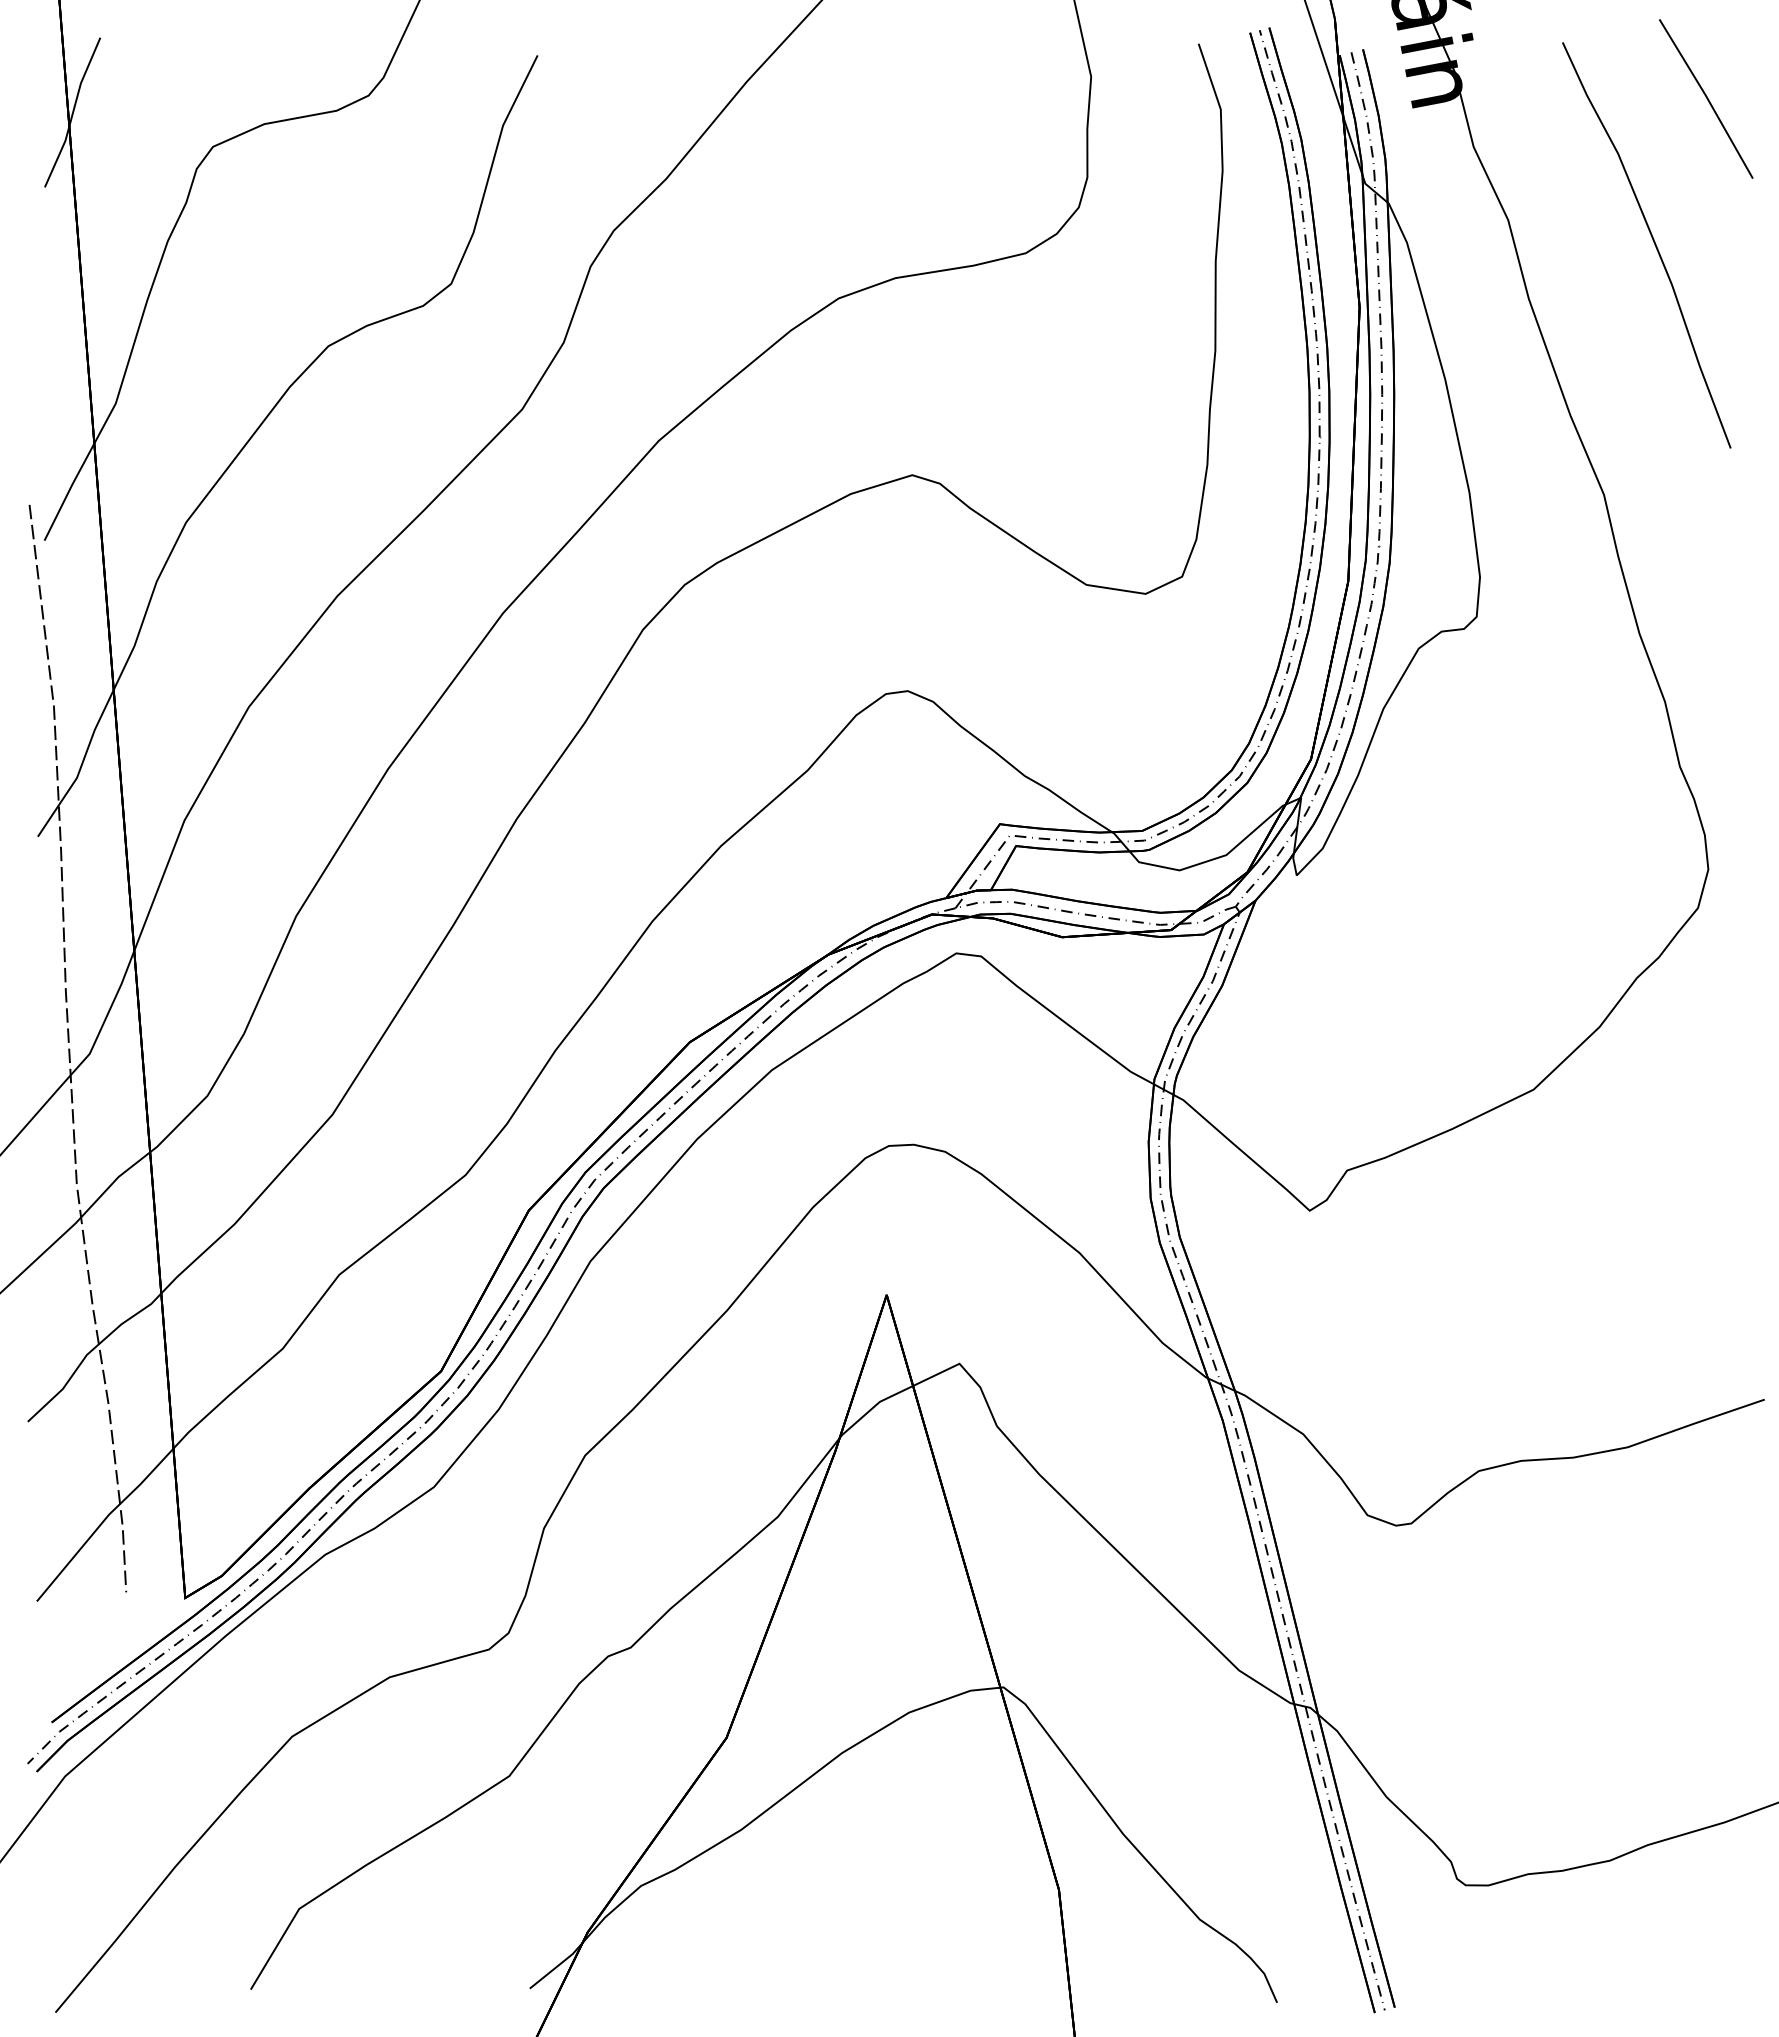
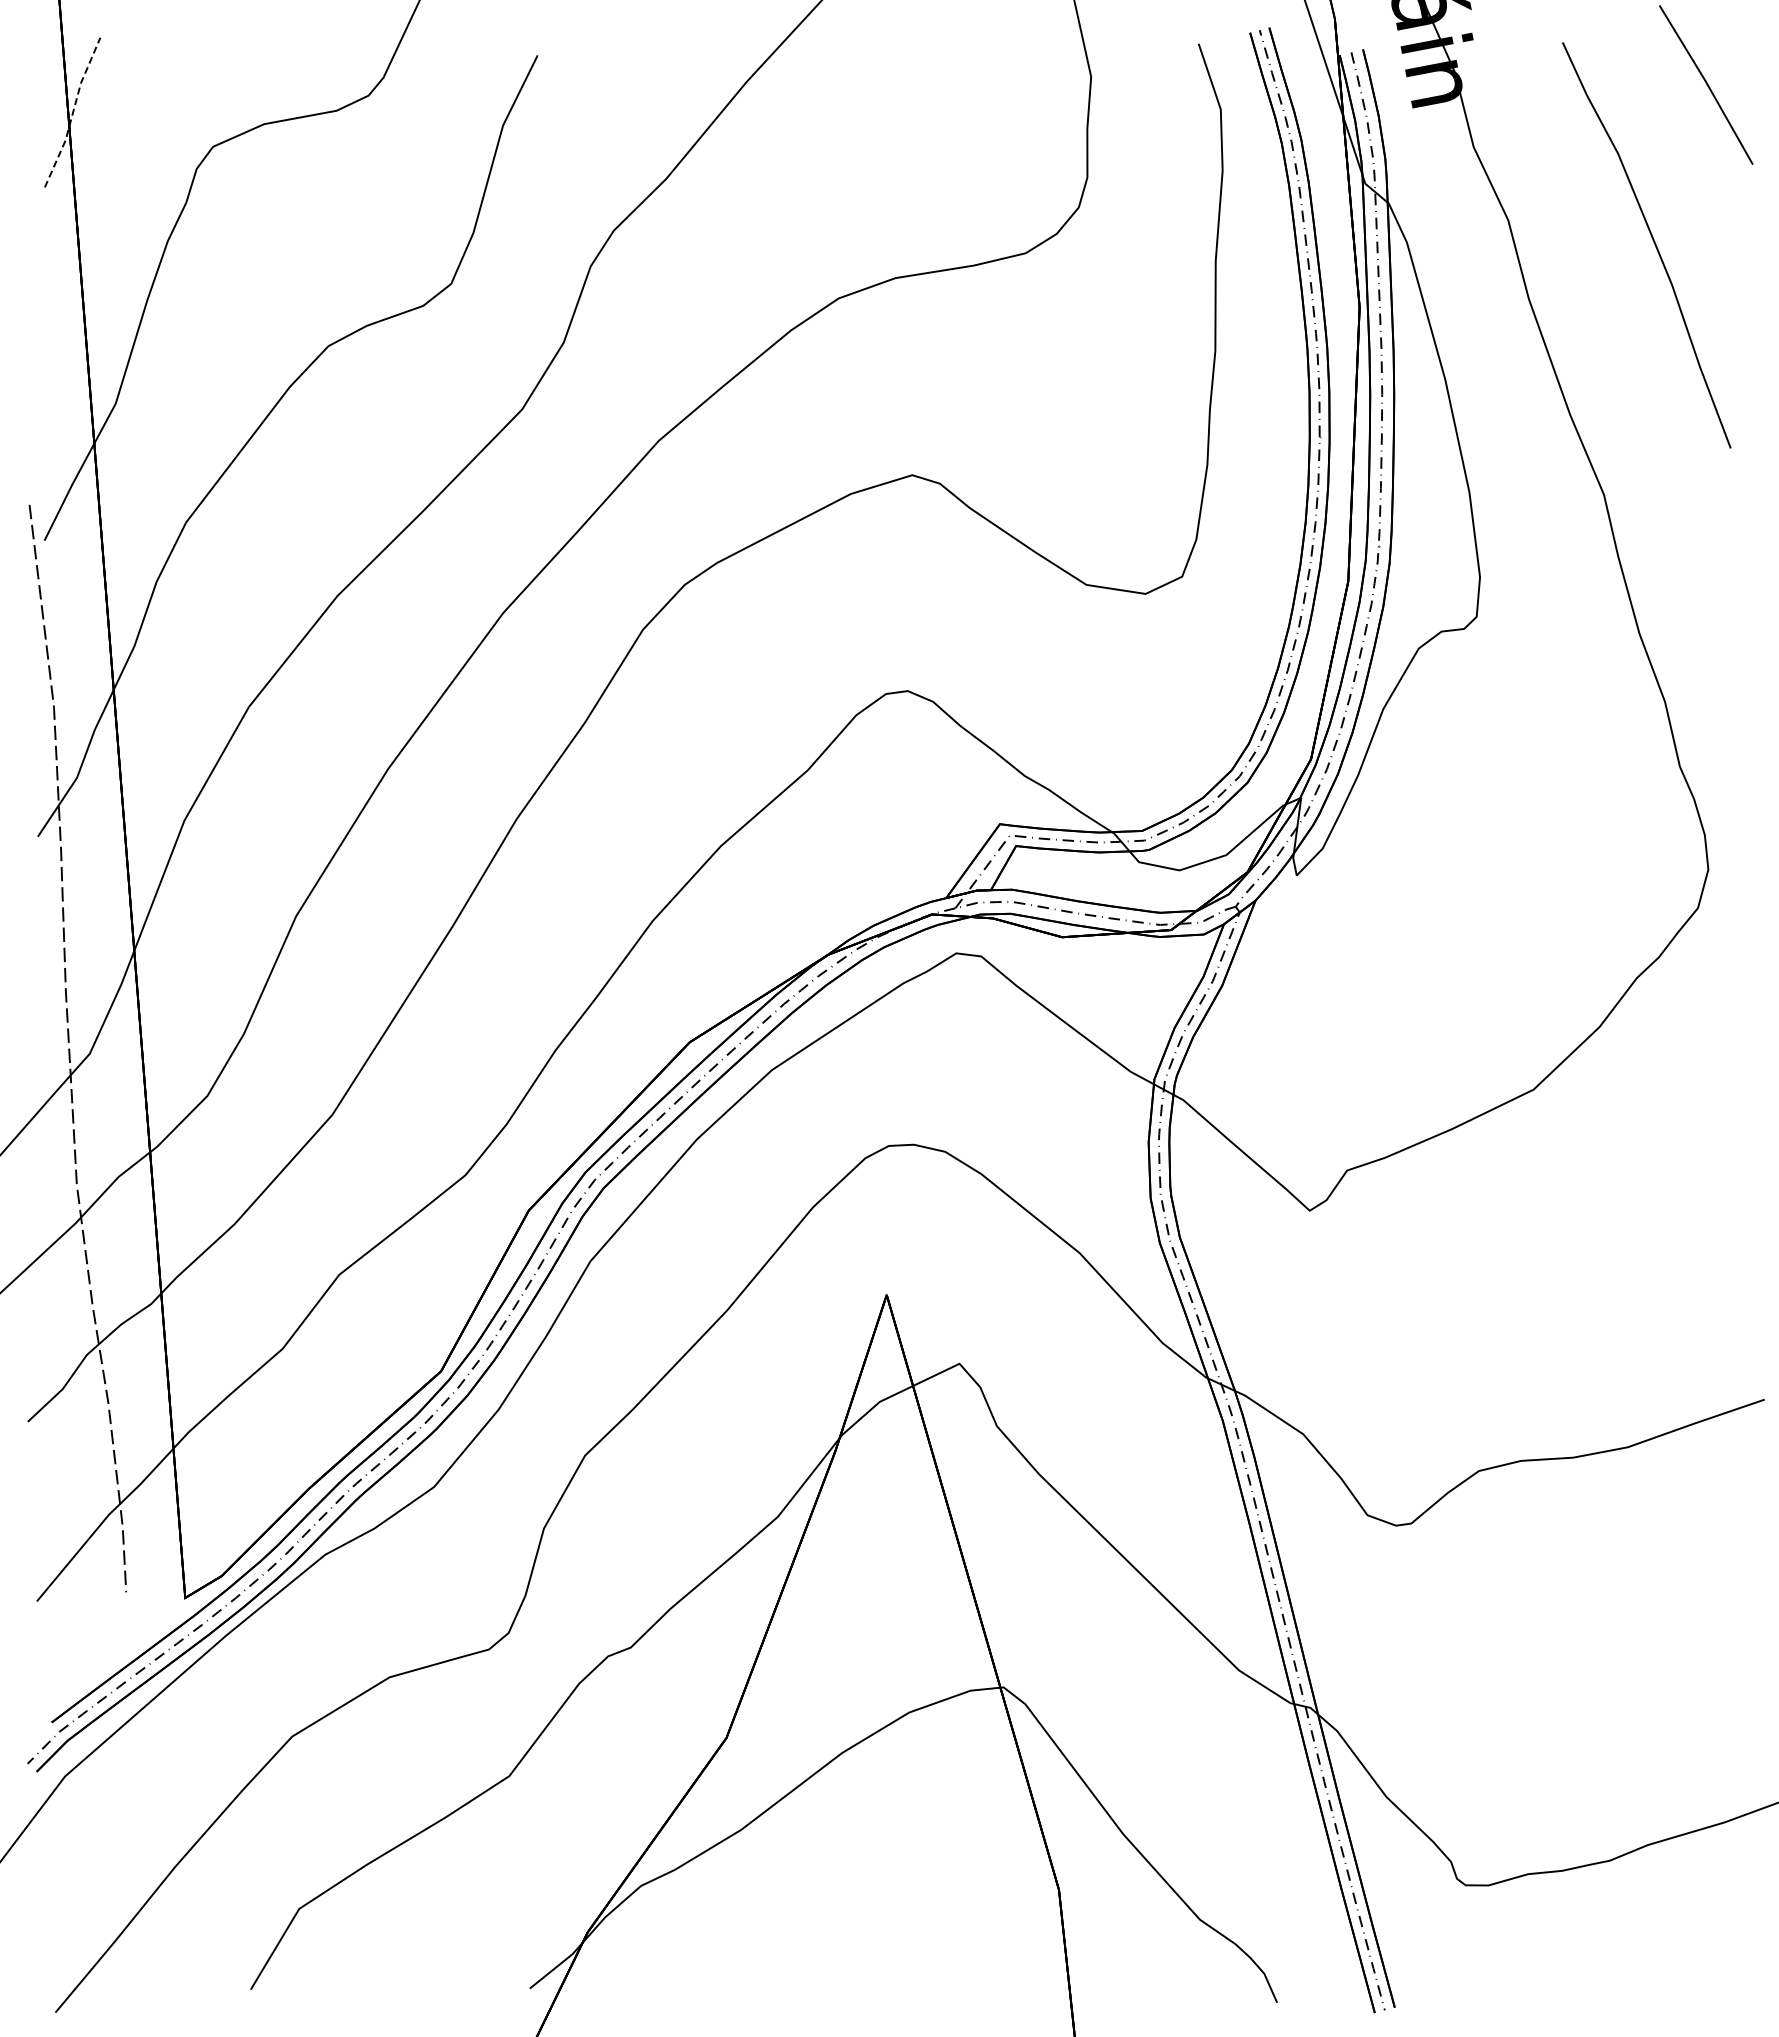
line at (1706, 98) position: (1706, 98) -> (1706, 84)
line at (73, 112): solid -> dashed
